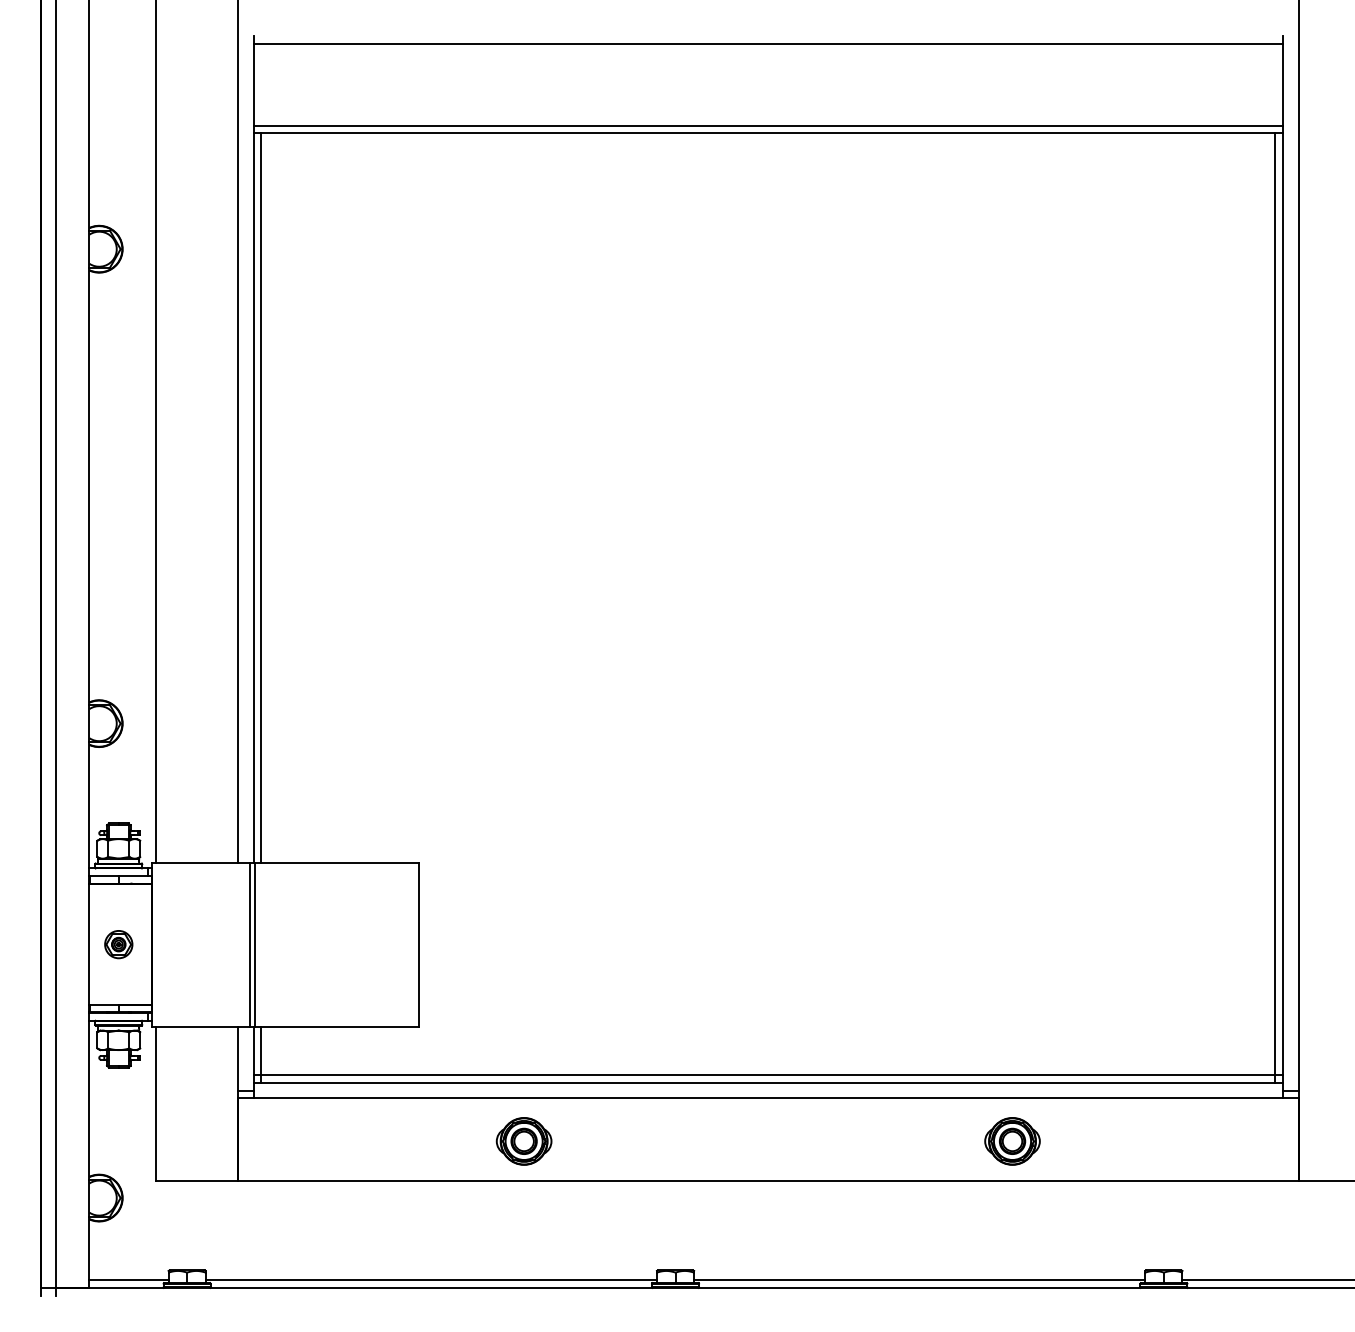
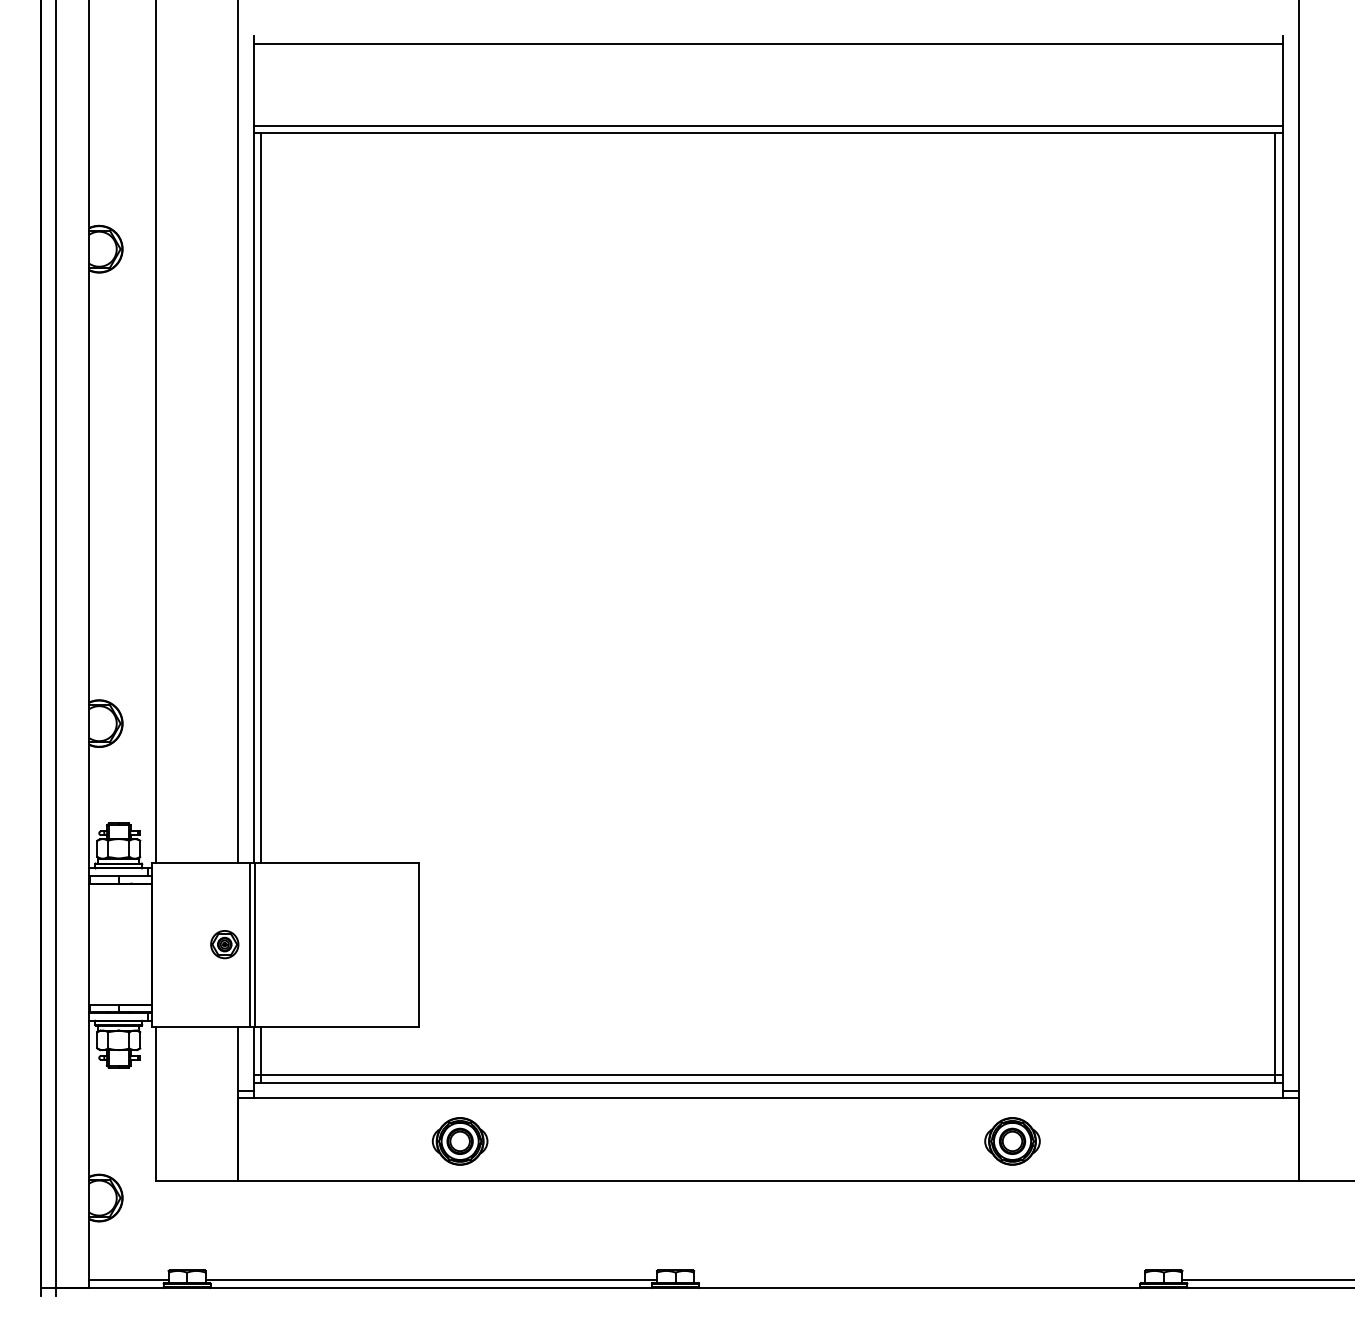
part at (118, 944) position: (118, 944) -> (224, 944)
part at (523, 1141) position: (523, 1141) -> (459, 1141)
line at (919, 1280): present -> none
